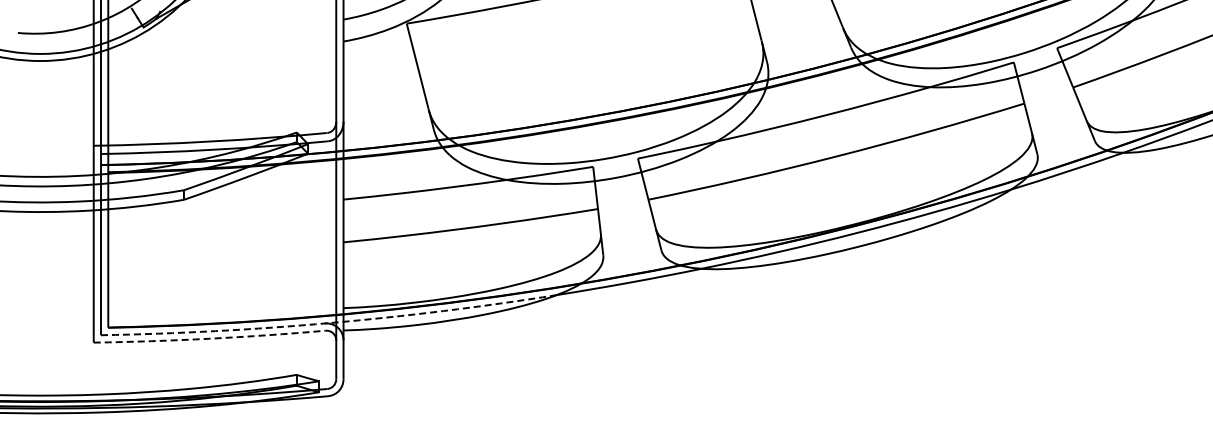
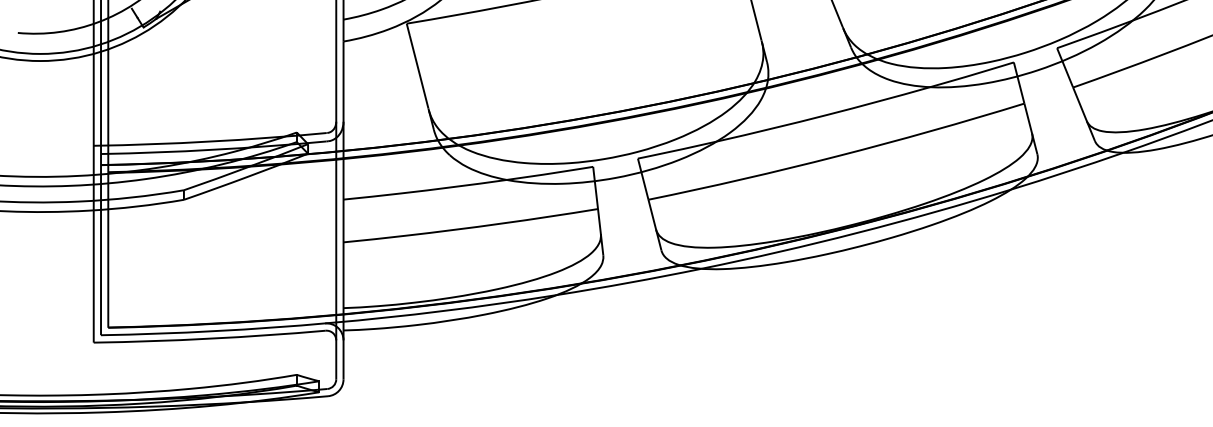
arc at (329, 323): dashed -> solid
arc at (209, 338): dashed -> solid
